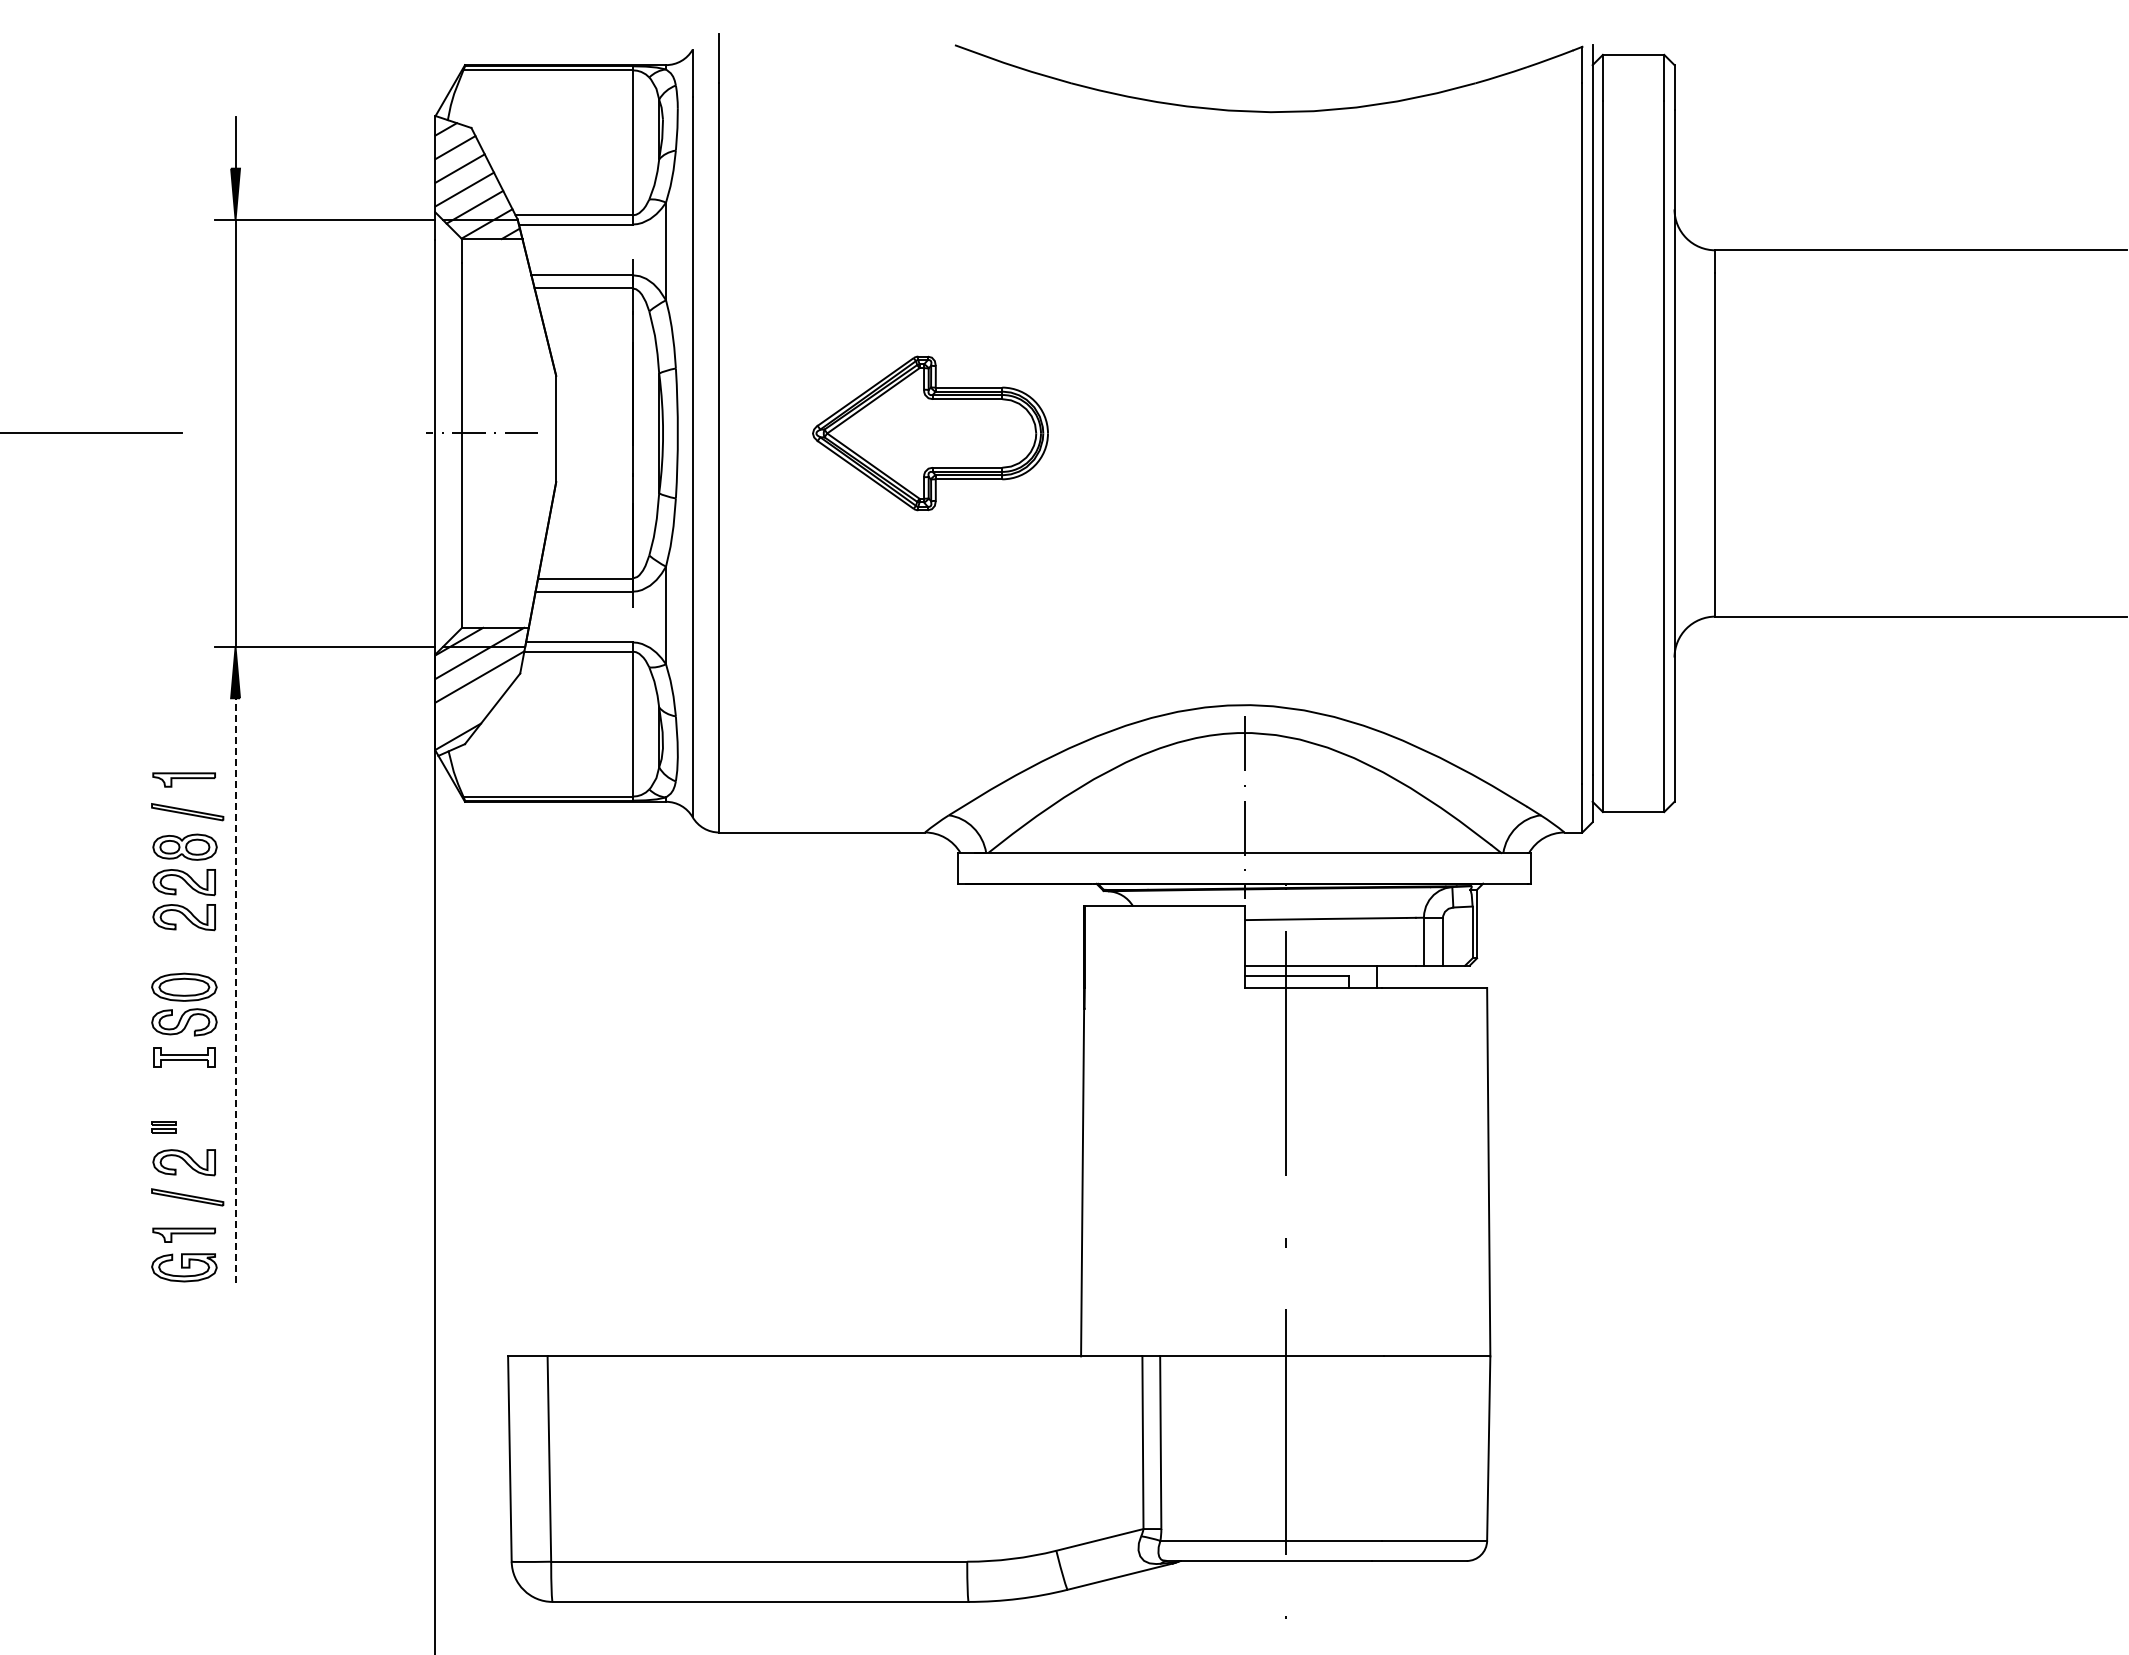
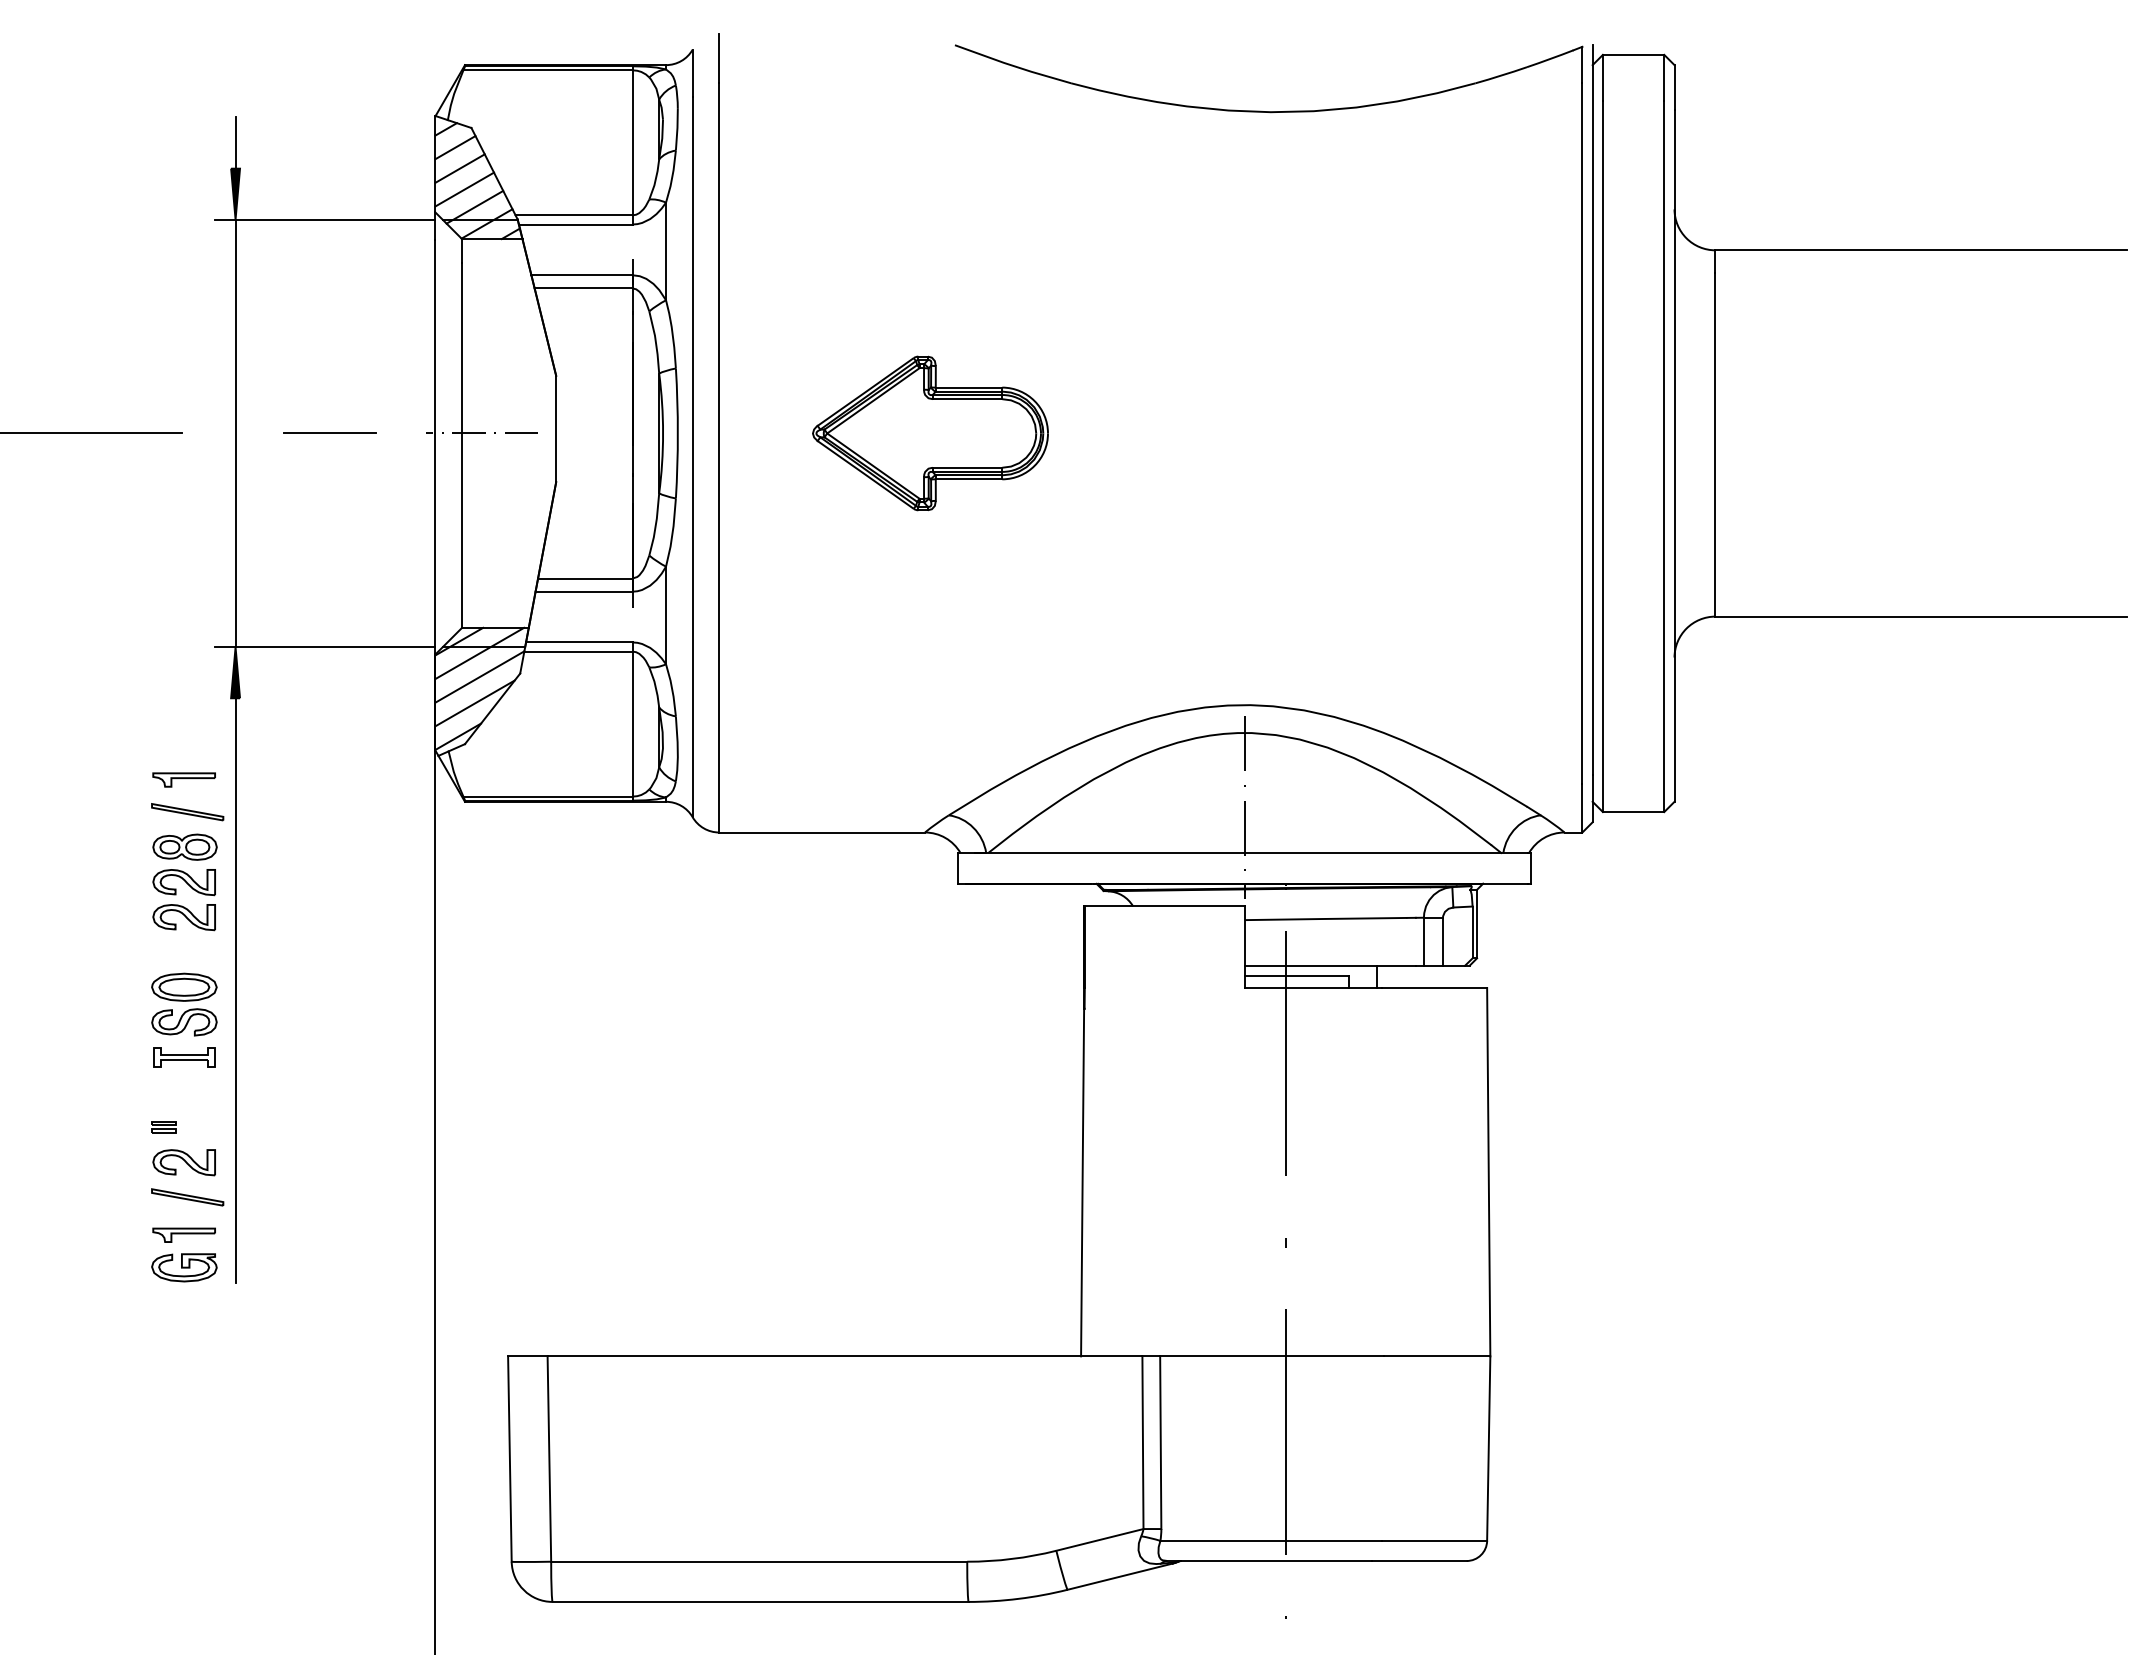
line at (329, 432): none -> present
line at (474, 703): none -> present
line at (235, 990): dashed -> solid
